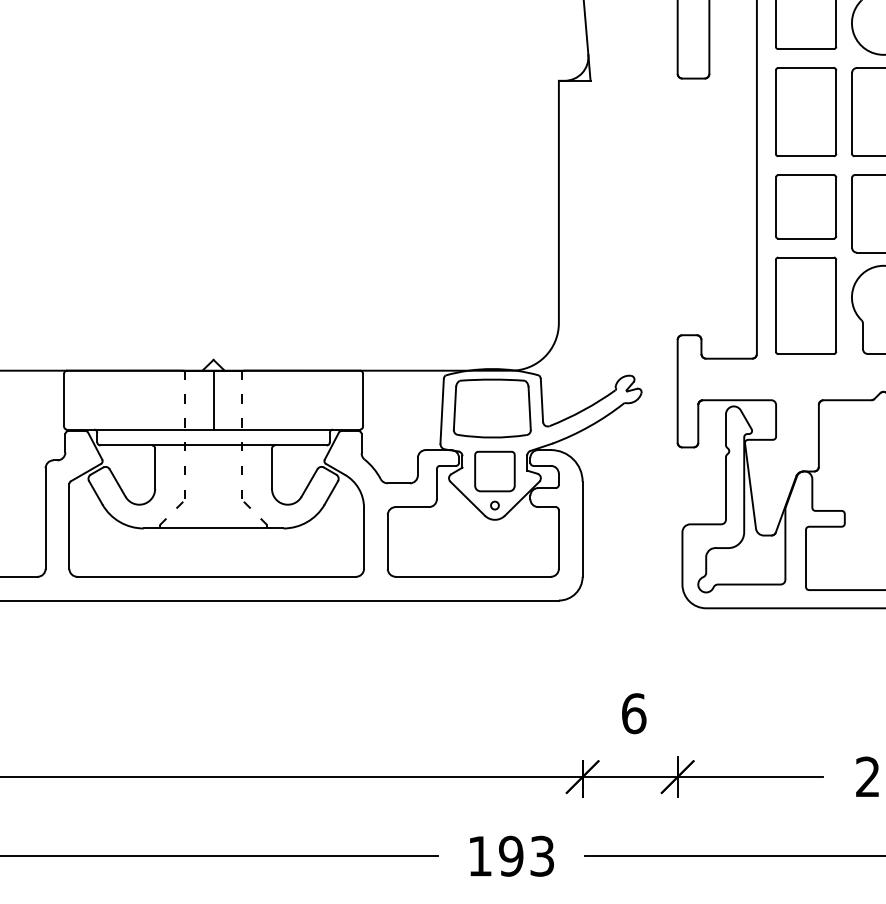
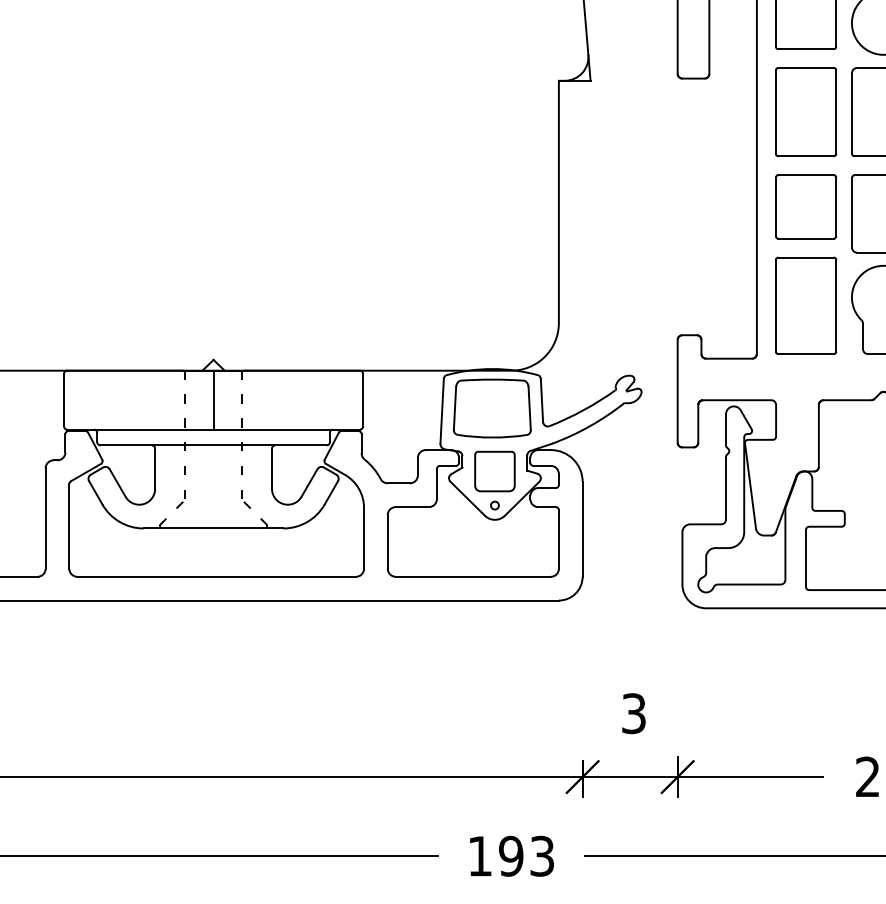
text at (634, 713): 6 -> 3
